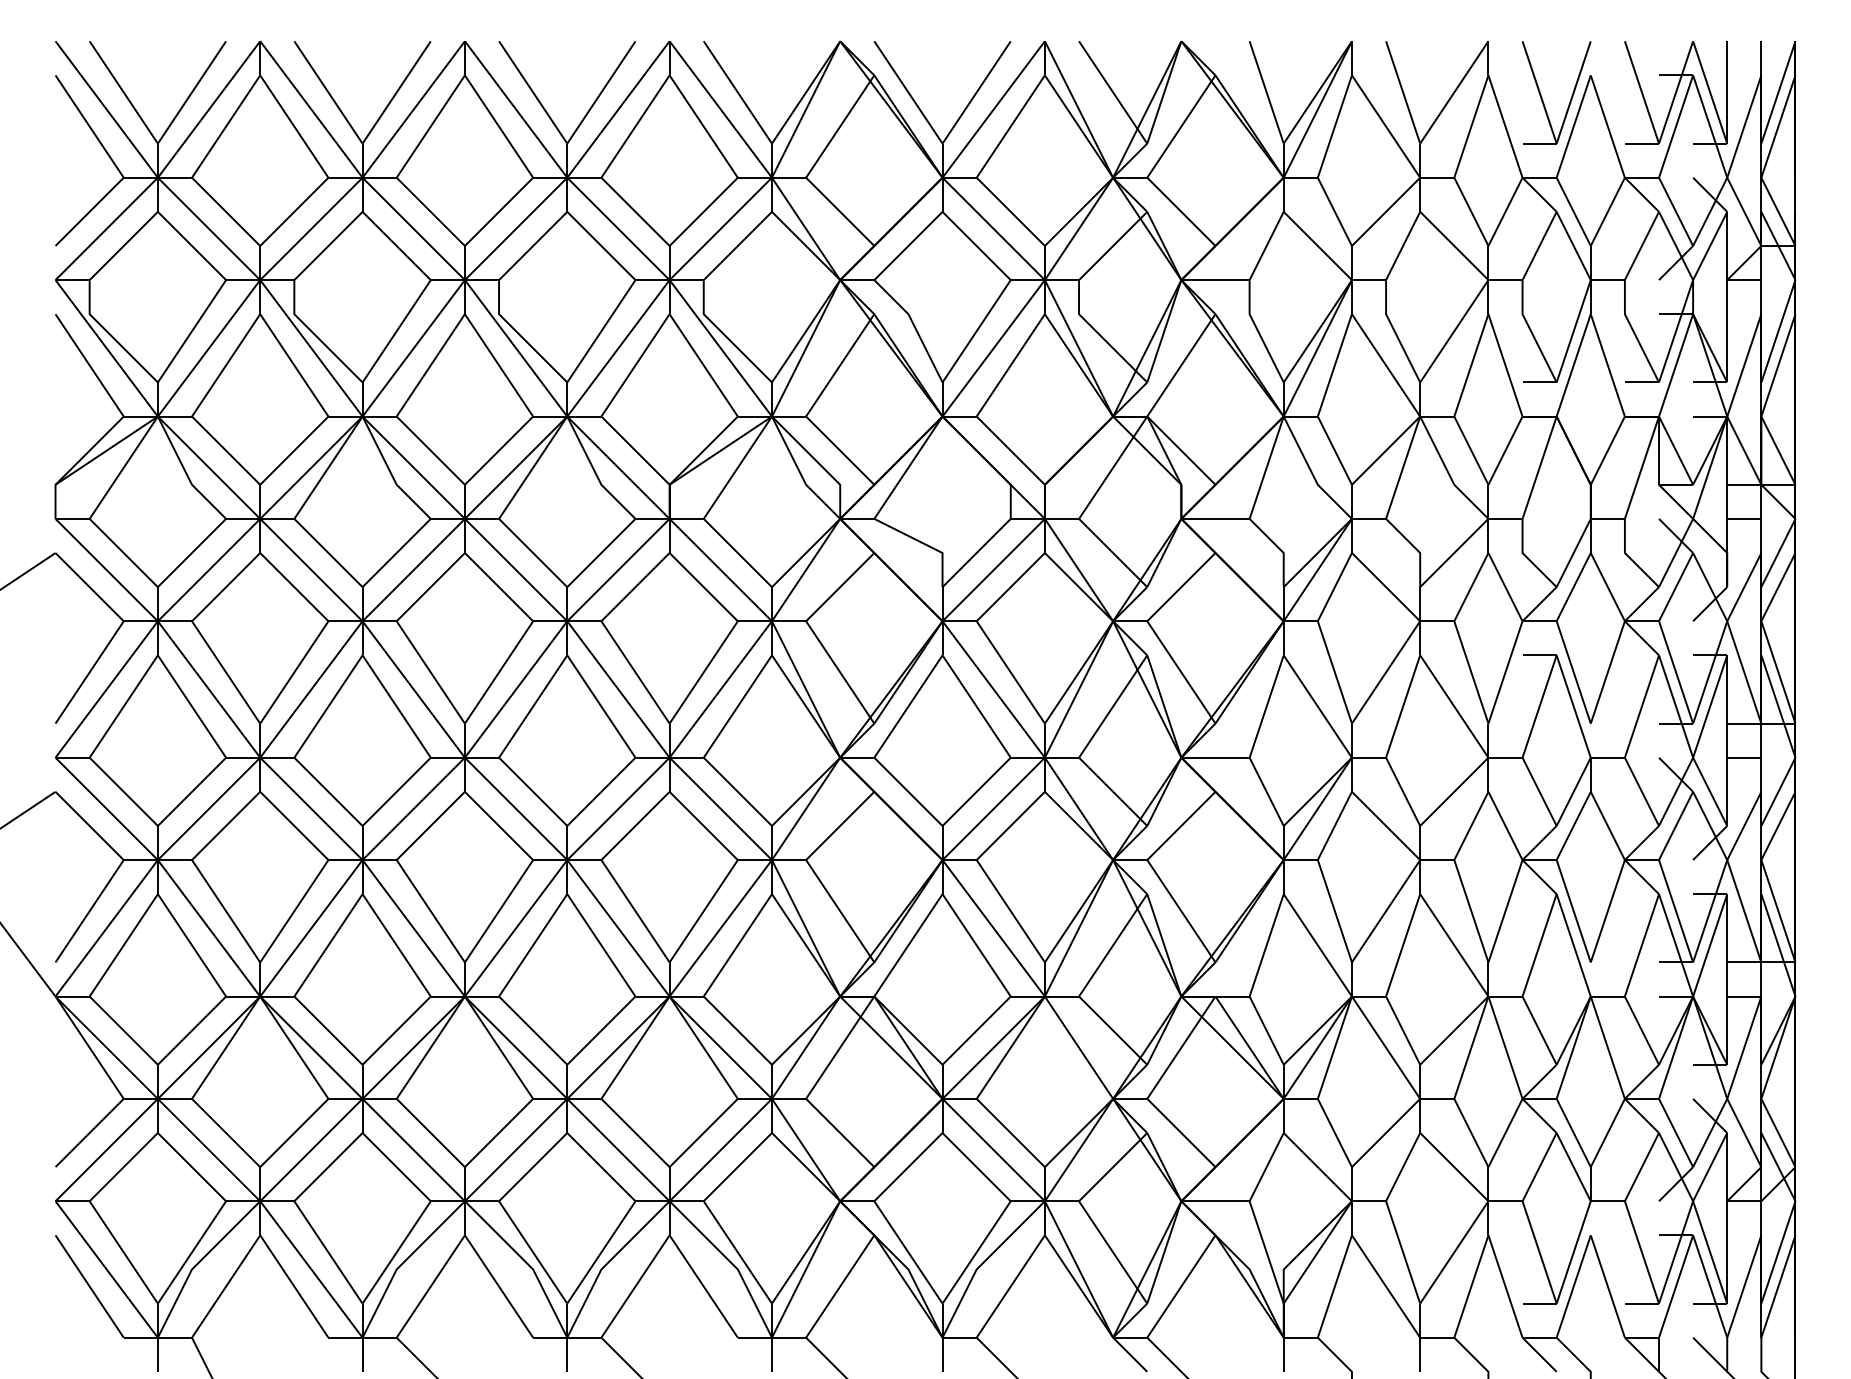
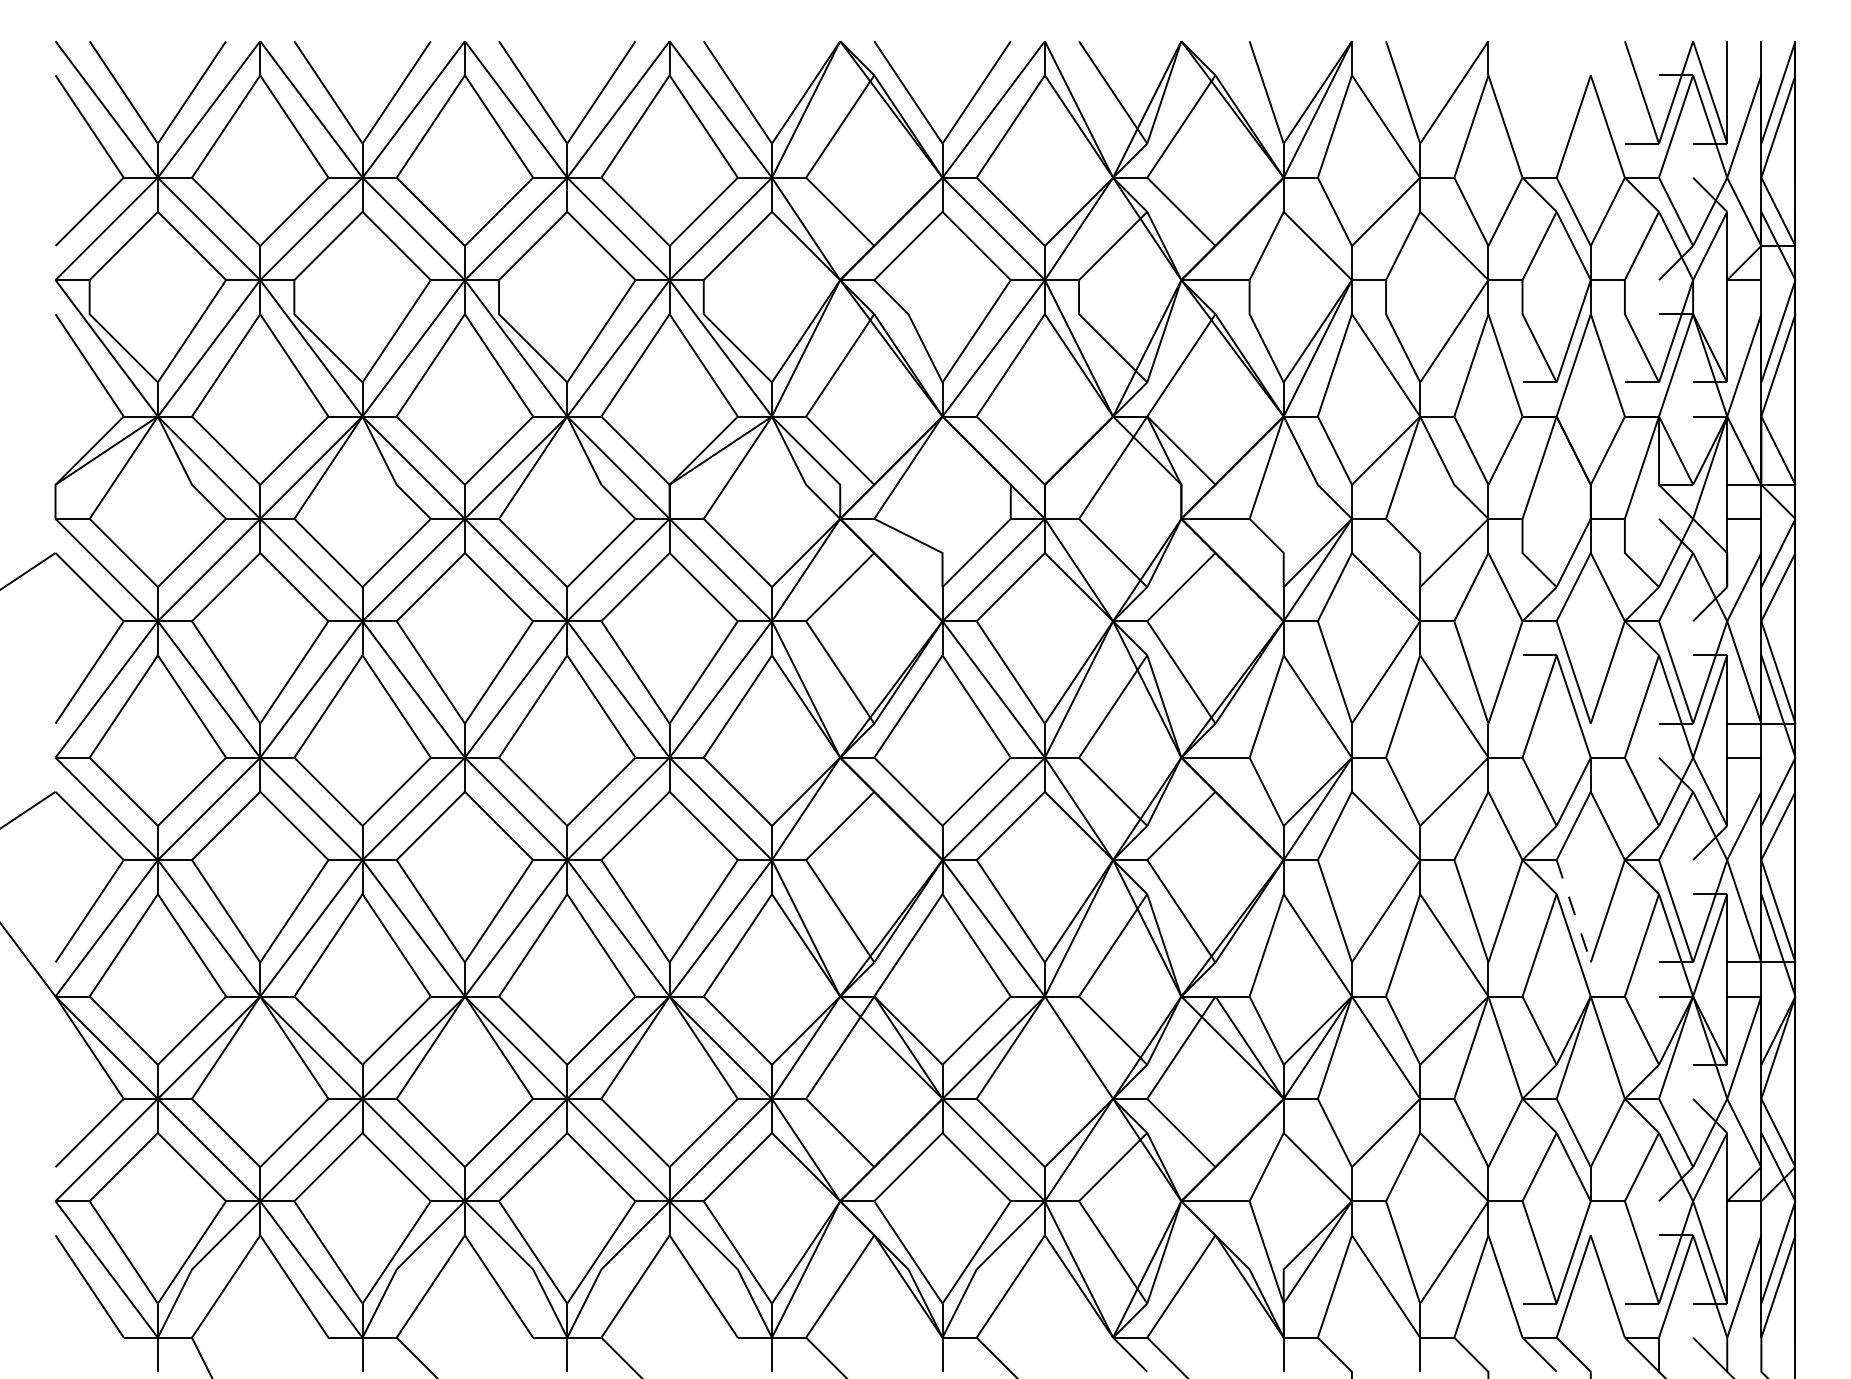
part at (1542, 97): present -> none
line at (1573, 911): solid -> dashed
